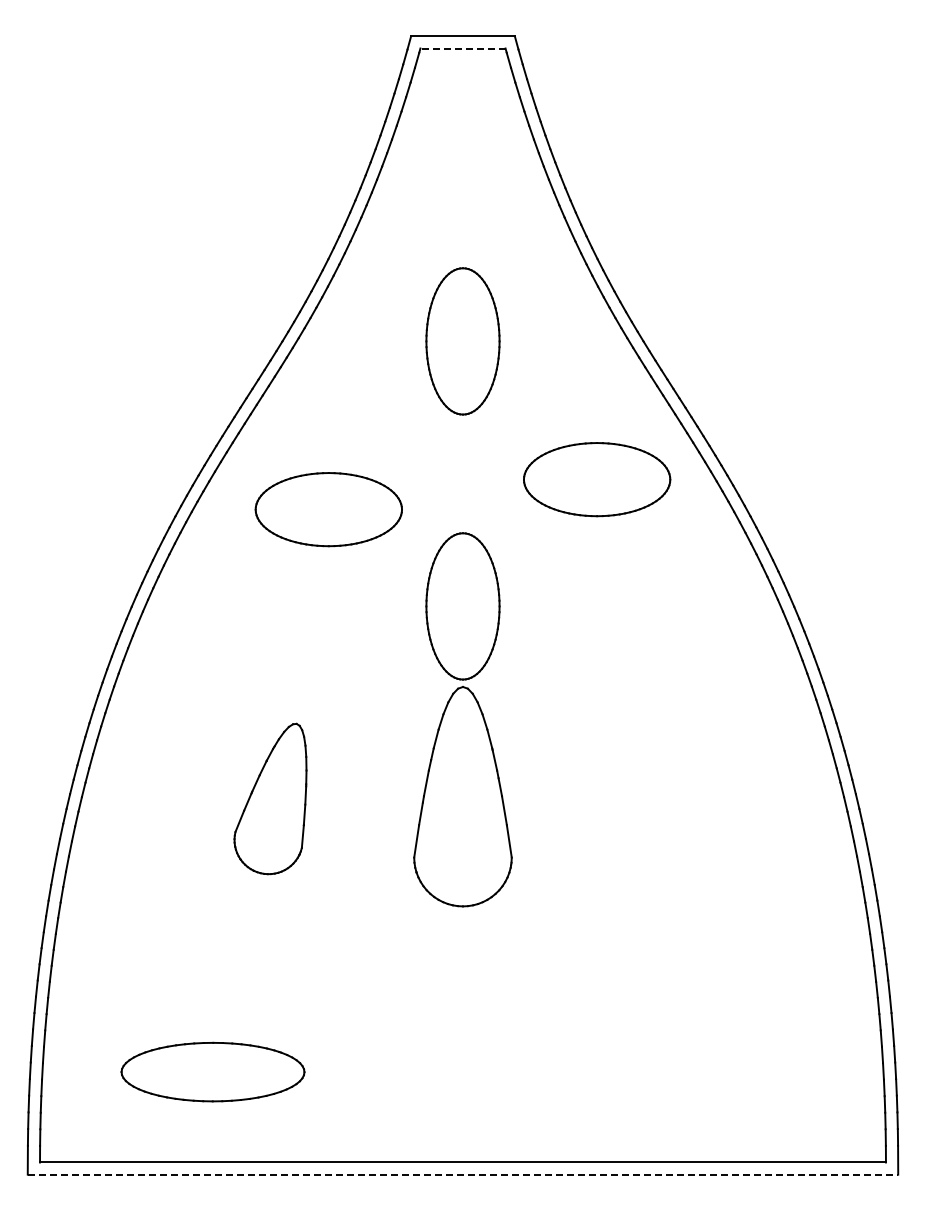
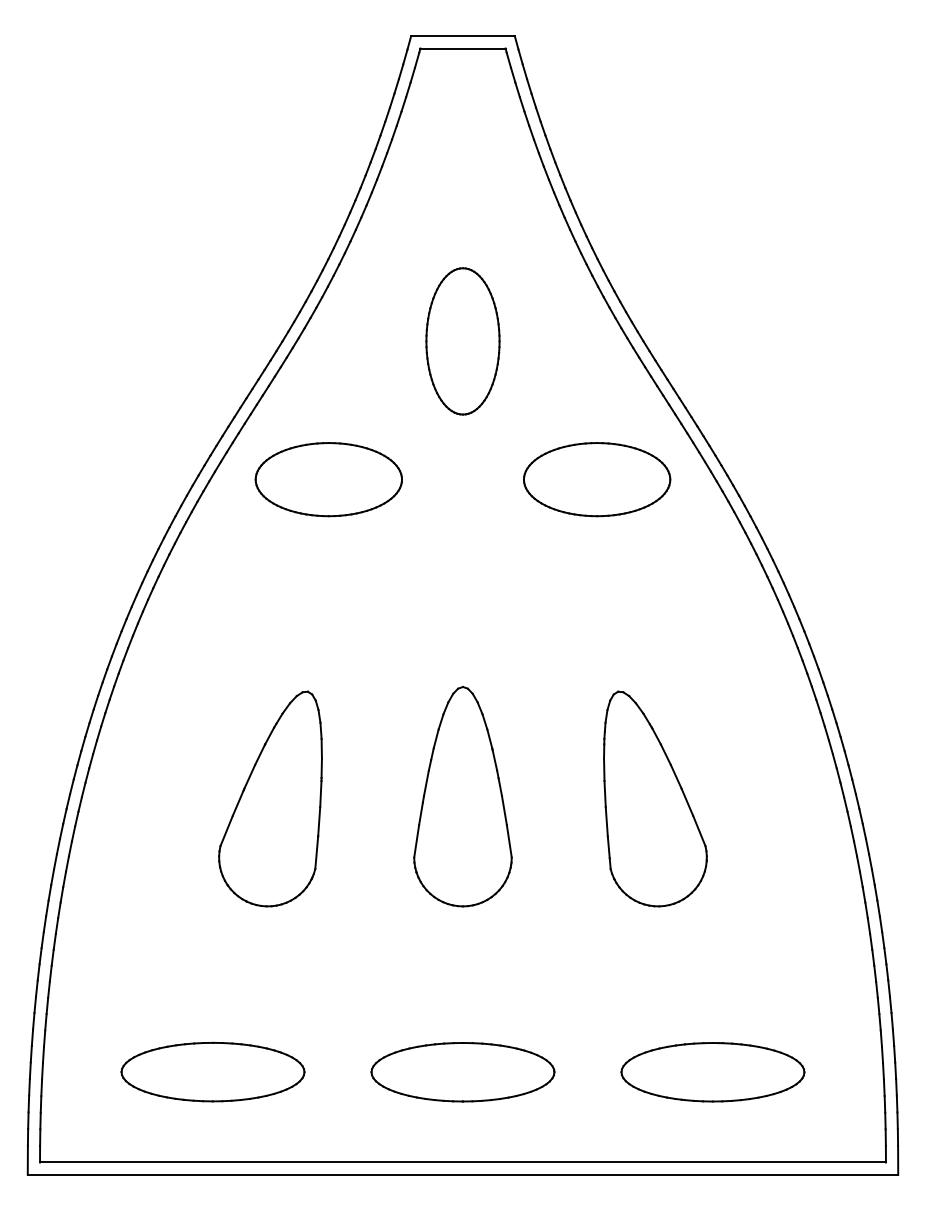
line at (463, 48): dashed -> solid
part at (328, 509) position: (328, 509) -> (328, 479)
part at (462, 606): present -> none
part at (270, 798) size: 75x154 px -> 105x218 px
part at (655, 798): none -> present
part at (462, 1072): none -> present
part at (712, 1072): none -> present
line at (463, 1174): dashed -> solid
